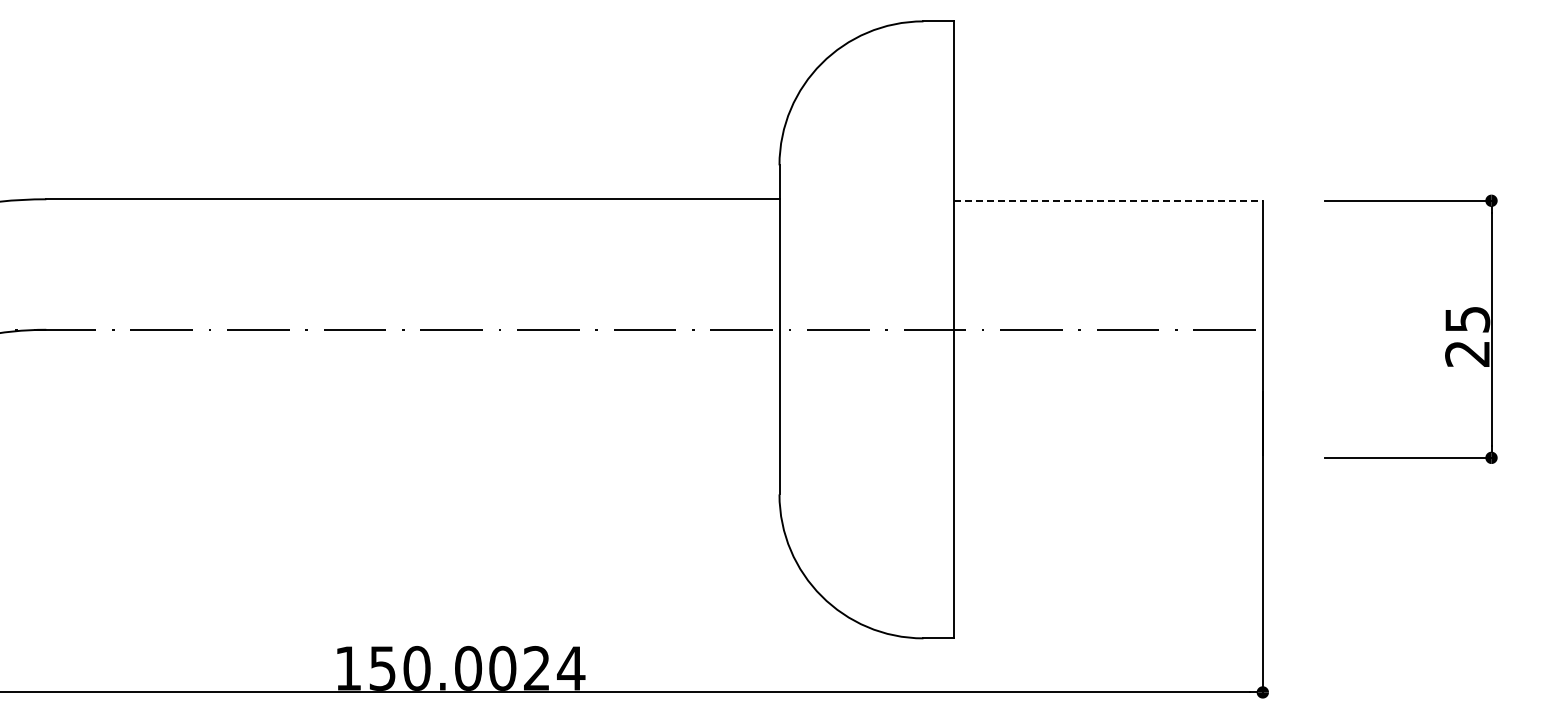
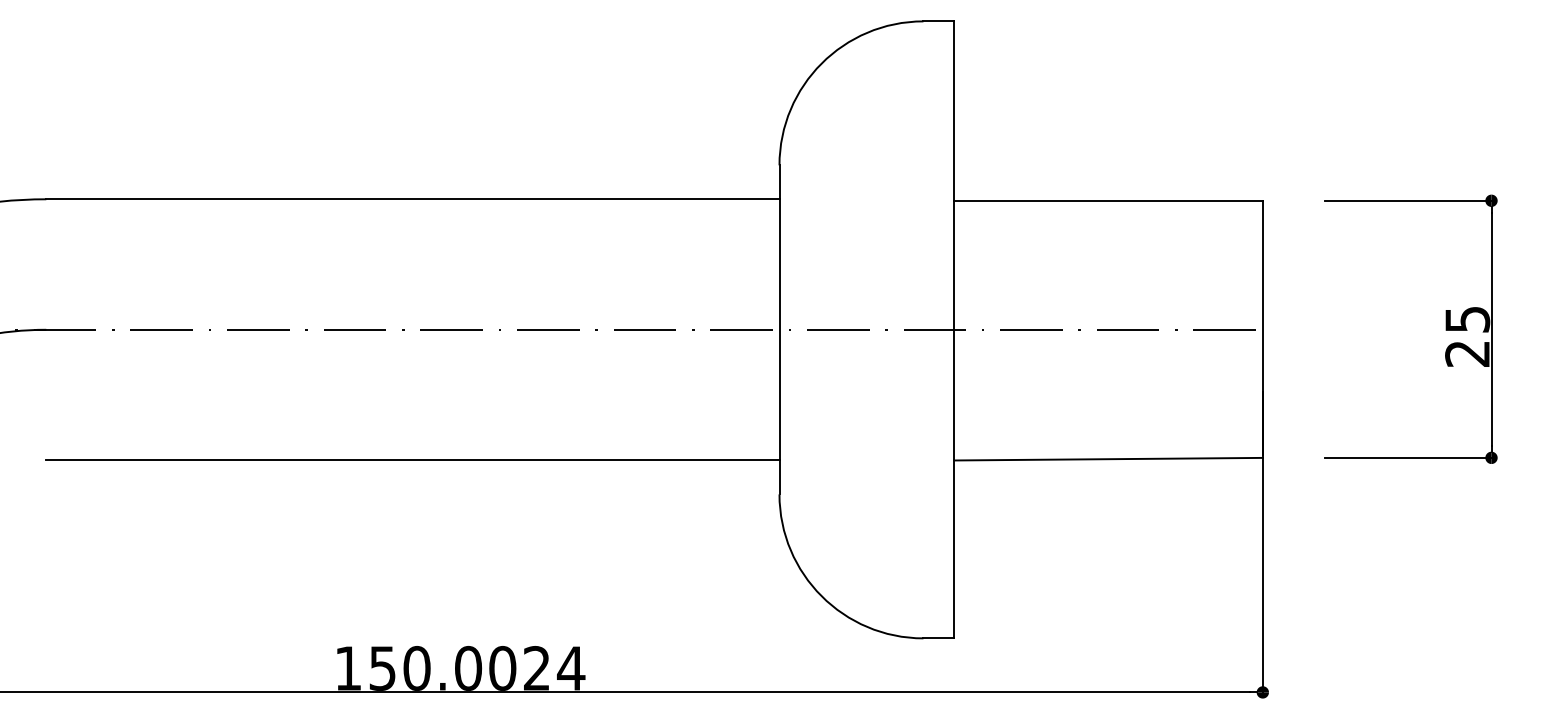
line at (1109, 200): dashed -> solid
line at (1108, 458): none -> present
line at (412, 460): none -> present
